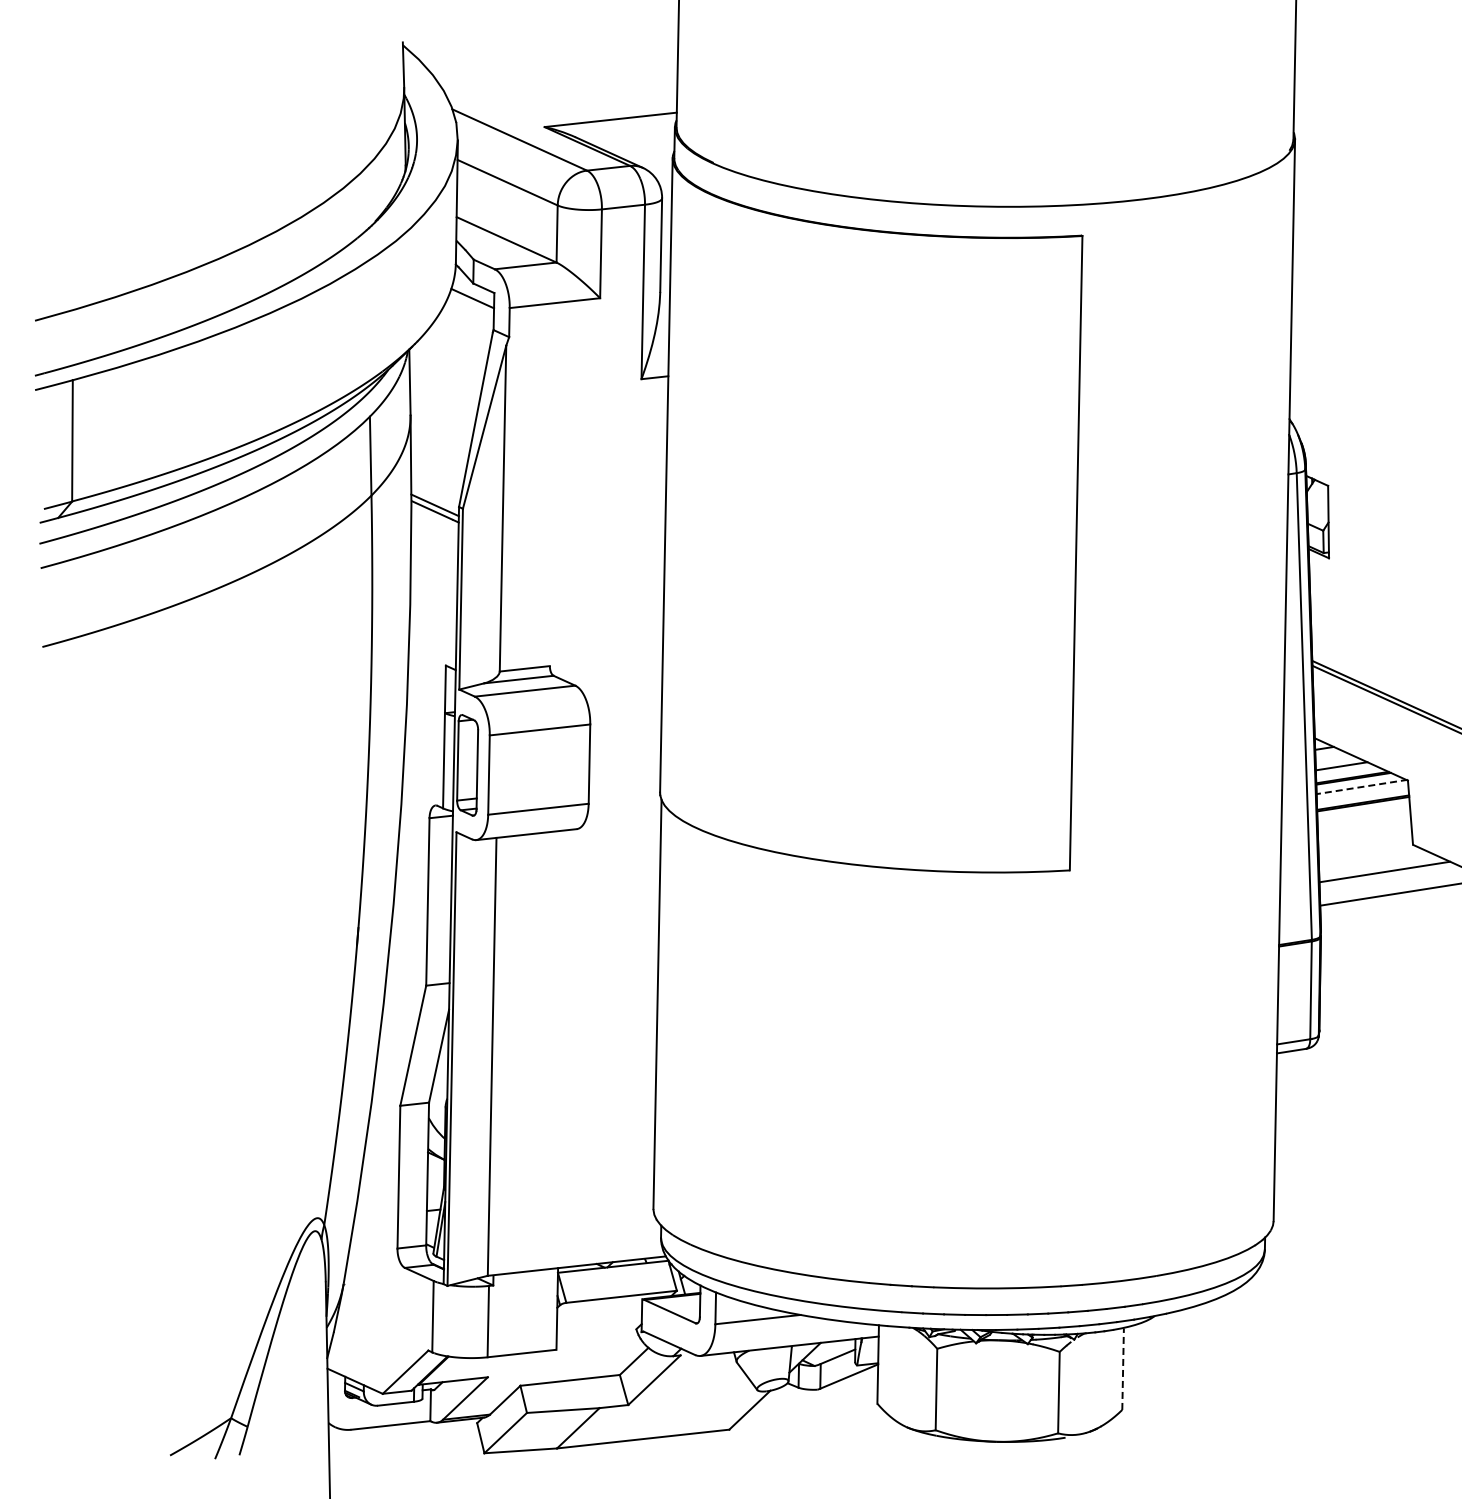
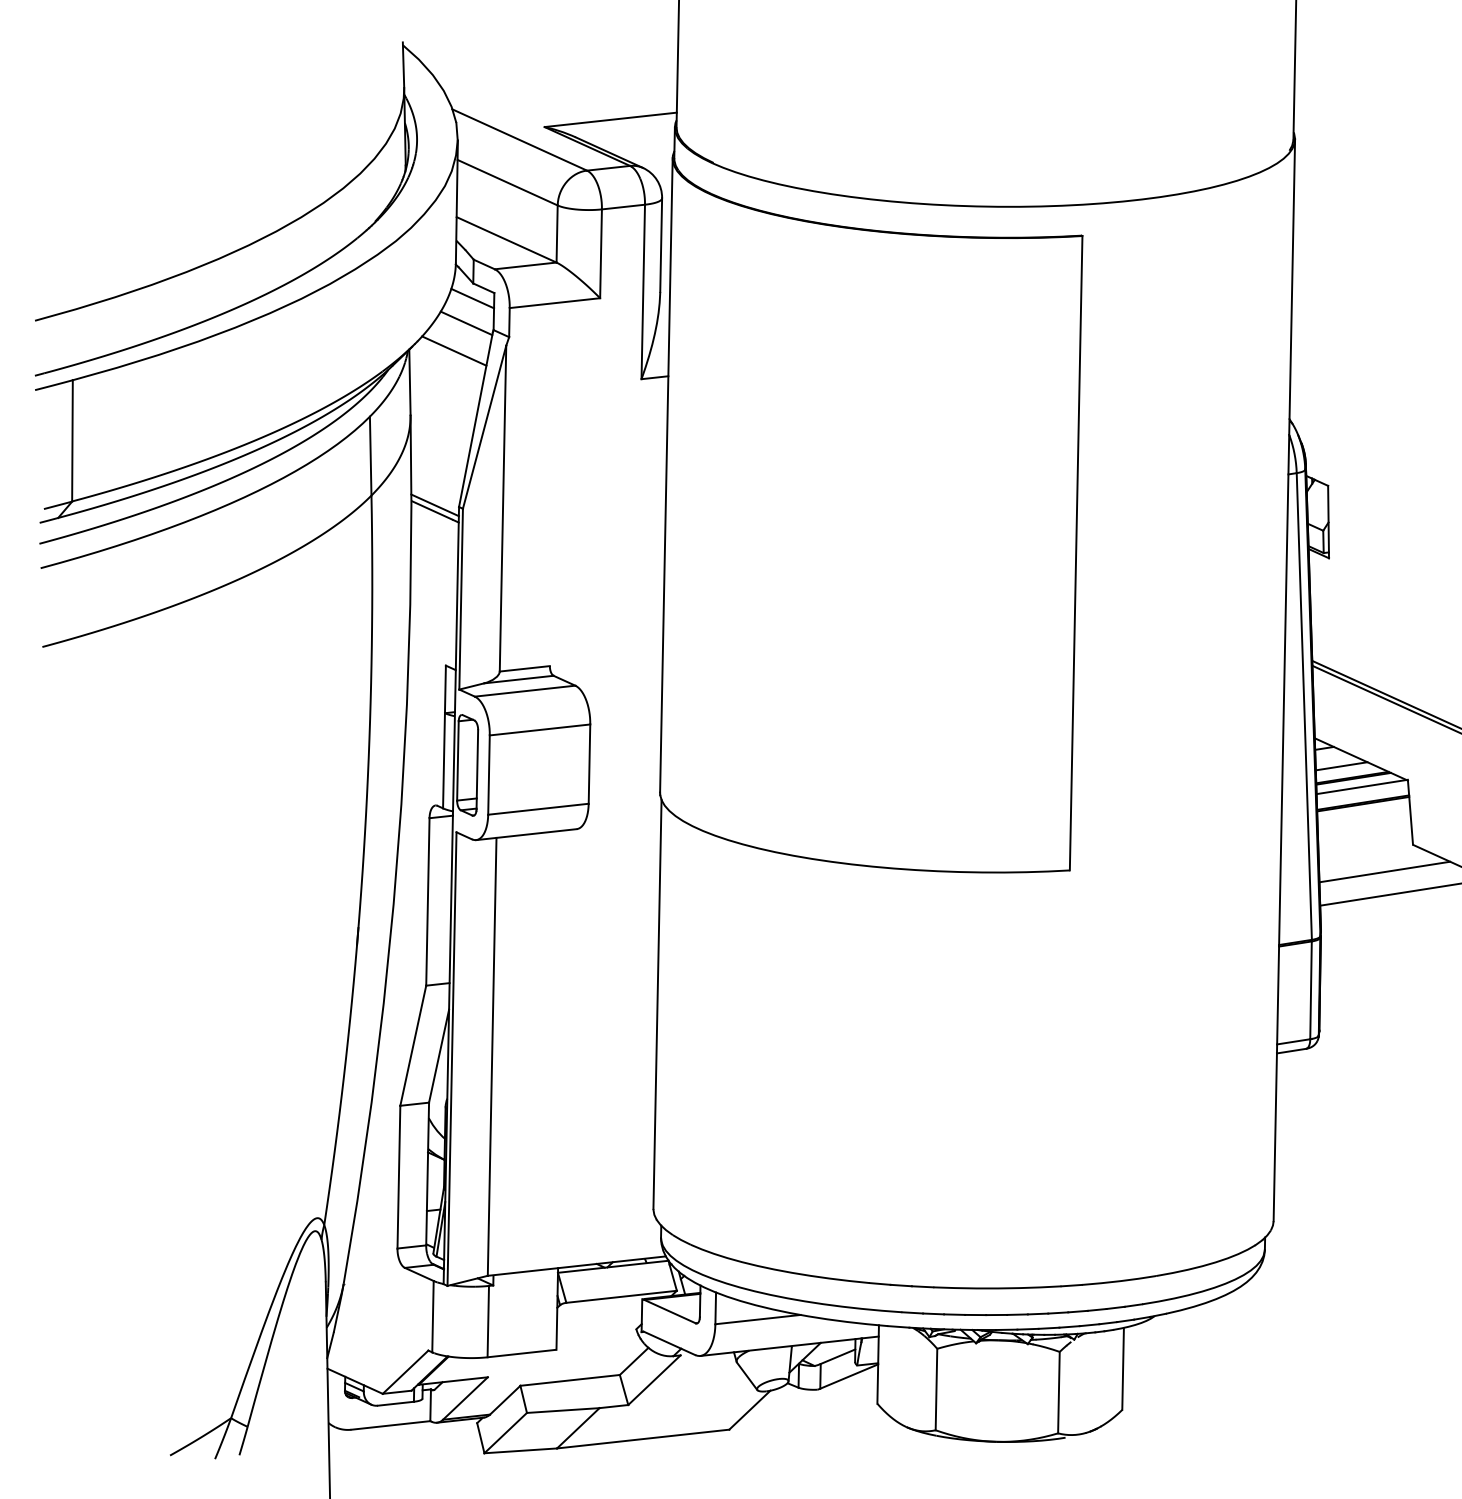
line at (466, 323): none -> present
line at (454, 350): none -> present
line at (1361, 787): dashed -> solid
line at (1123, 1369): dashed -> solid
